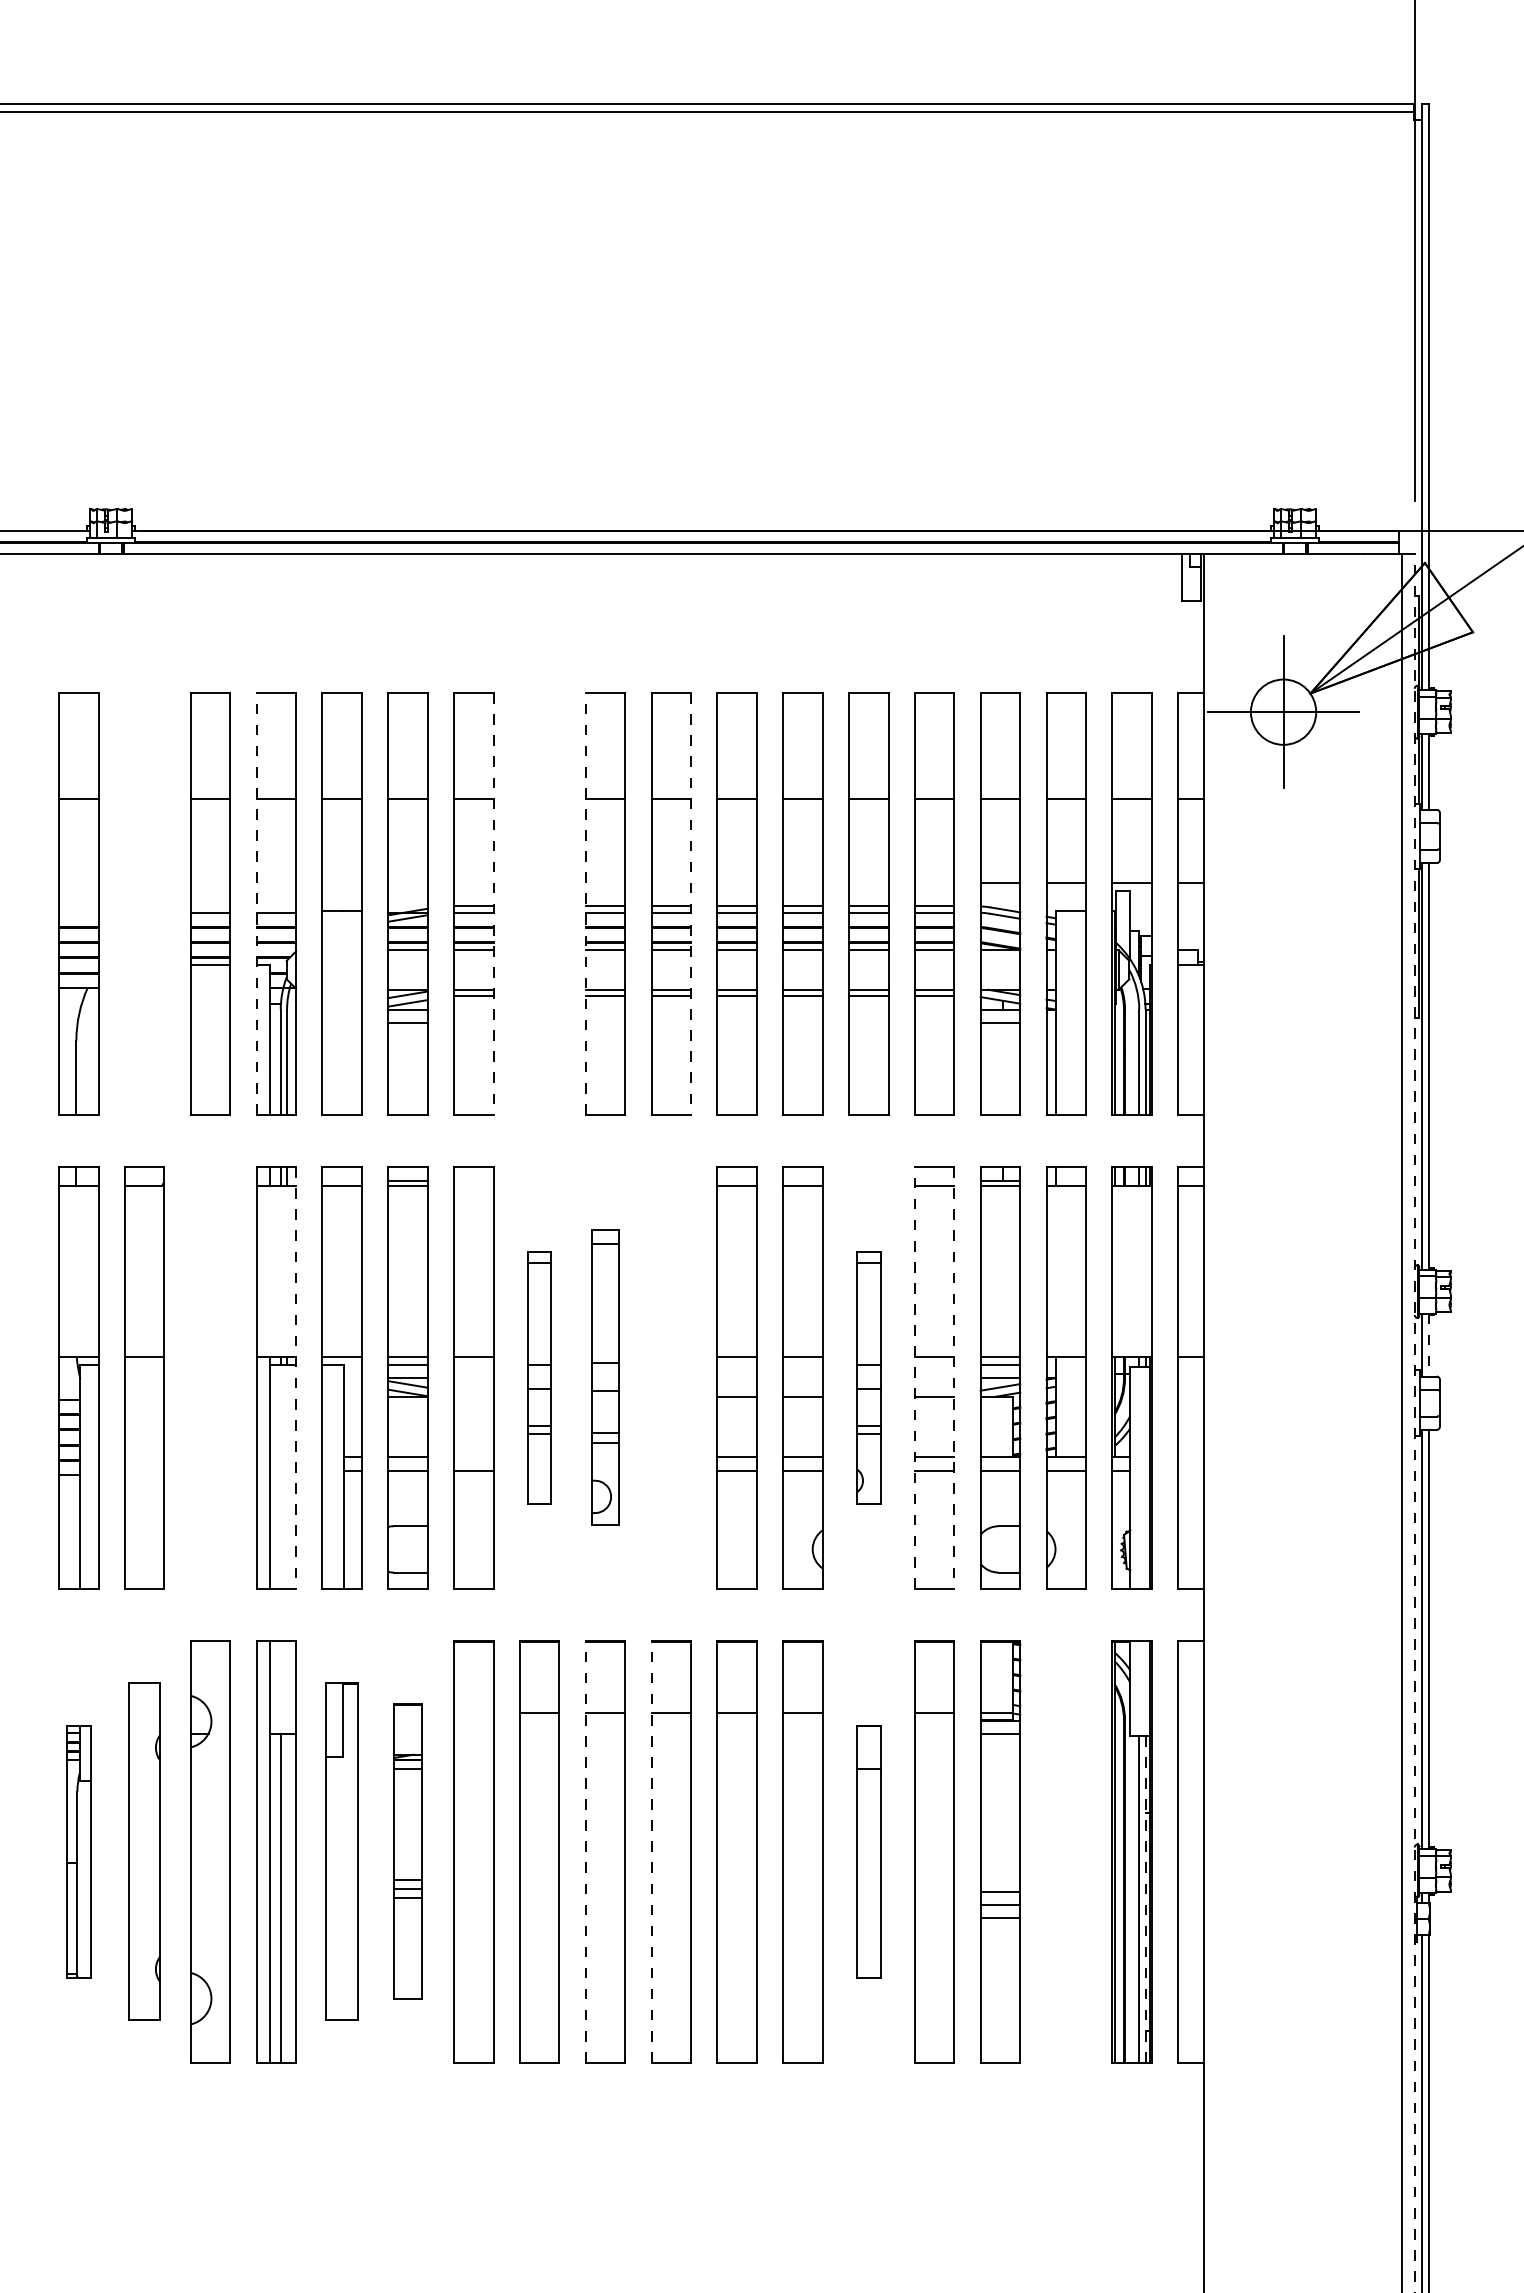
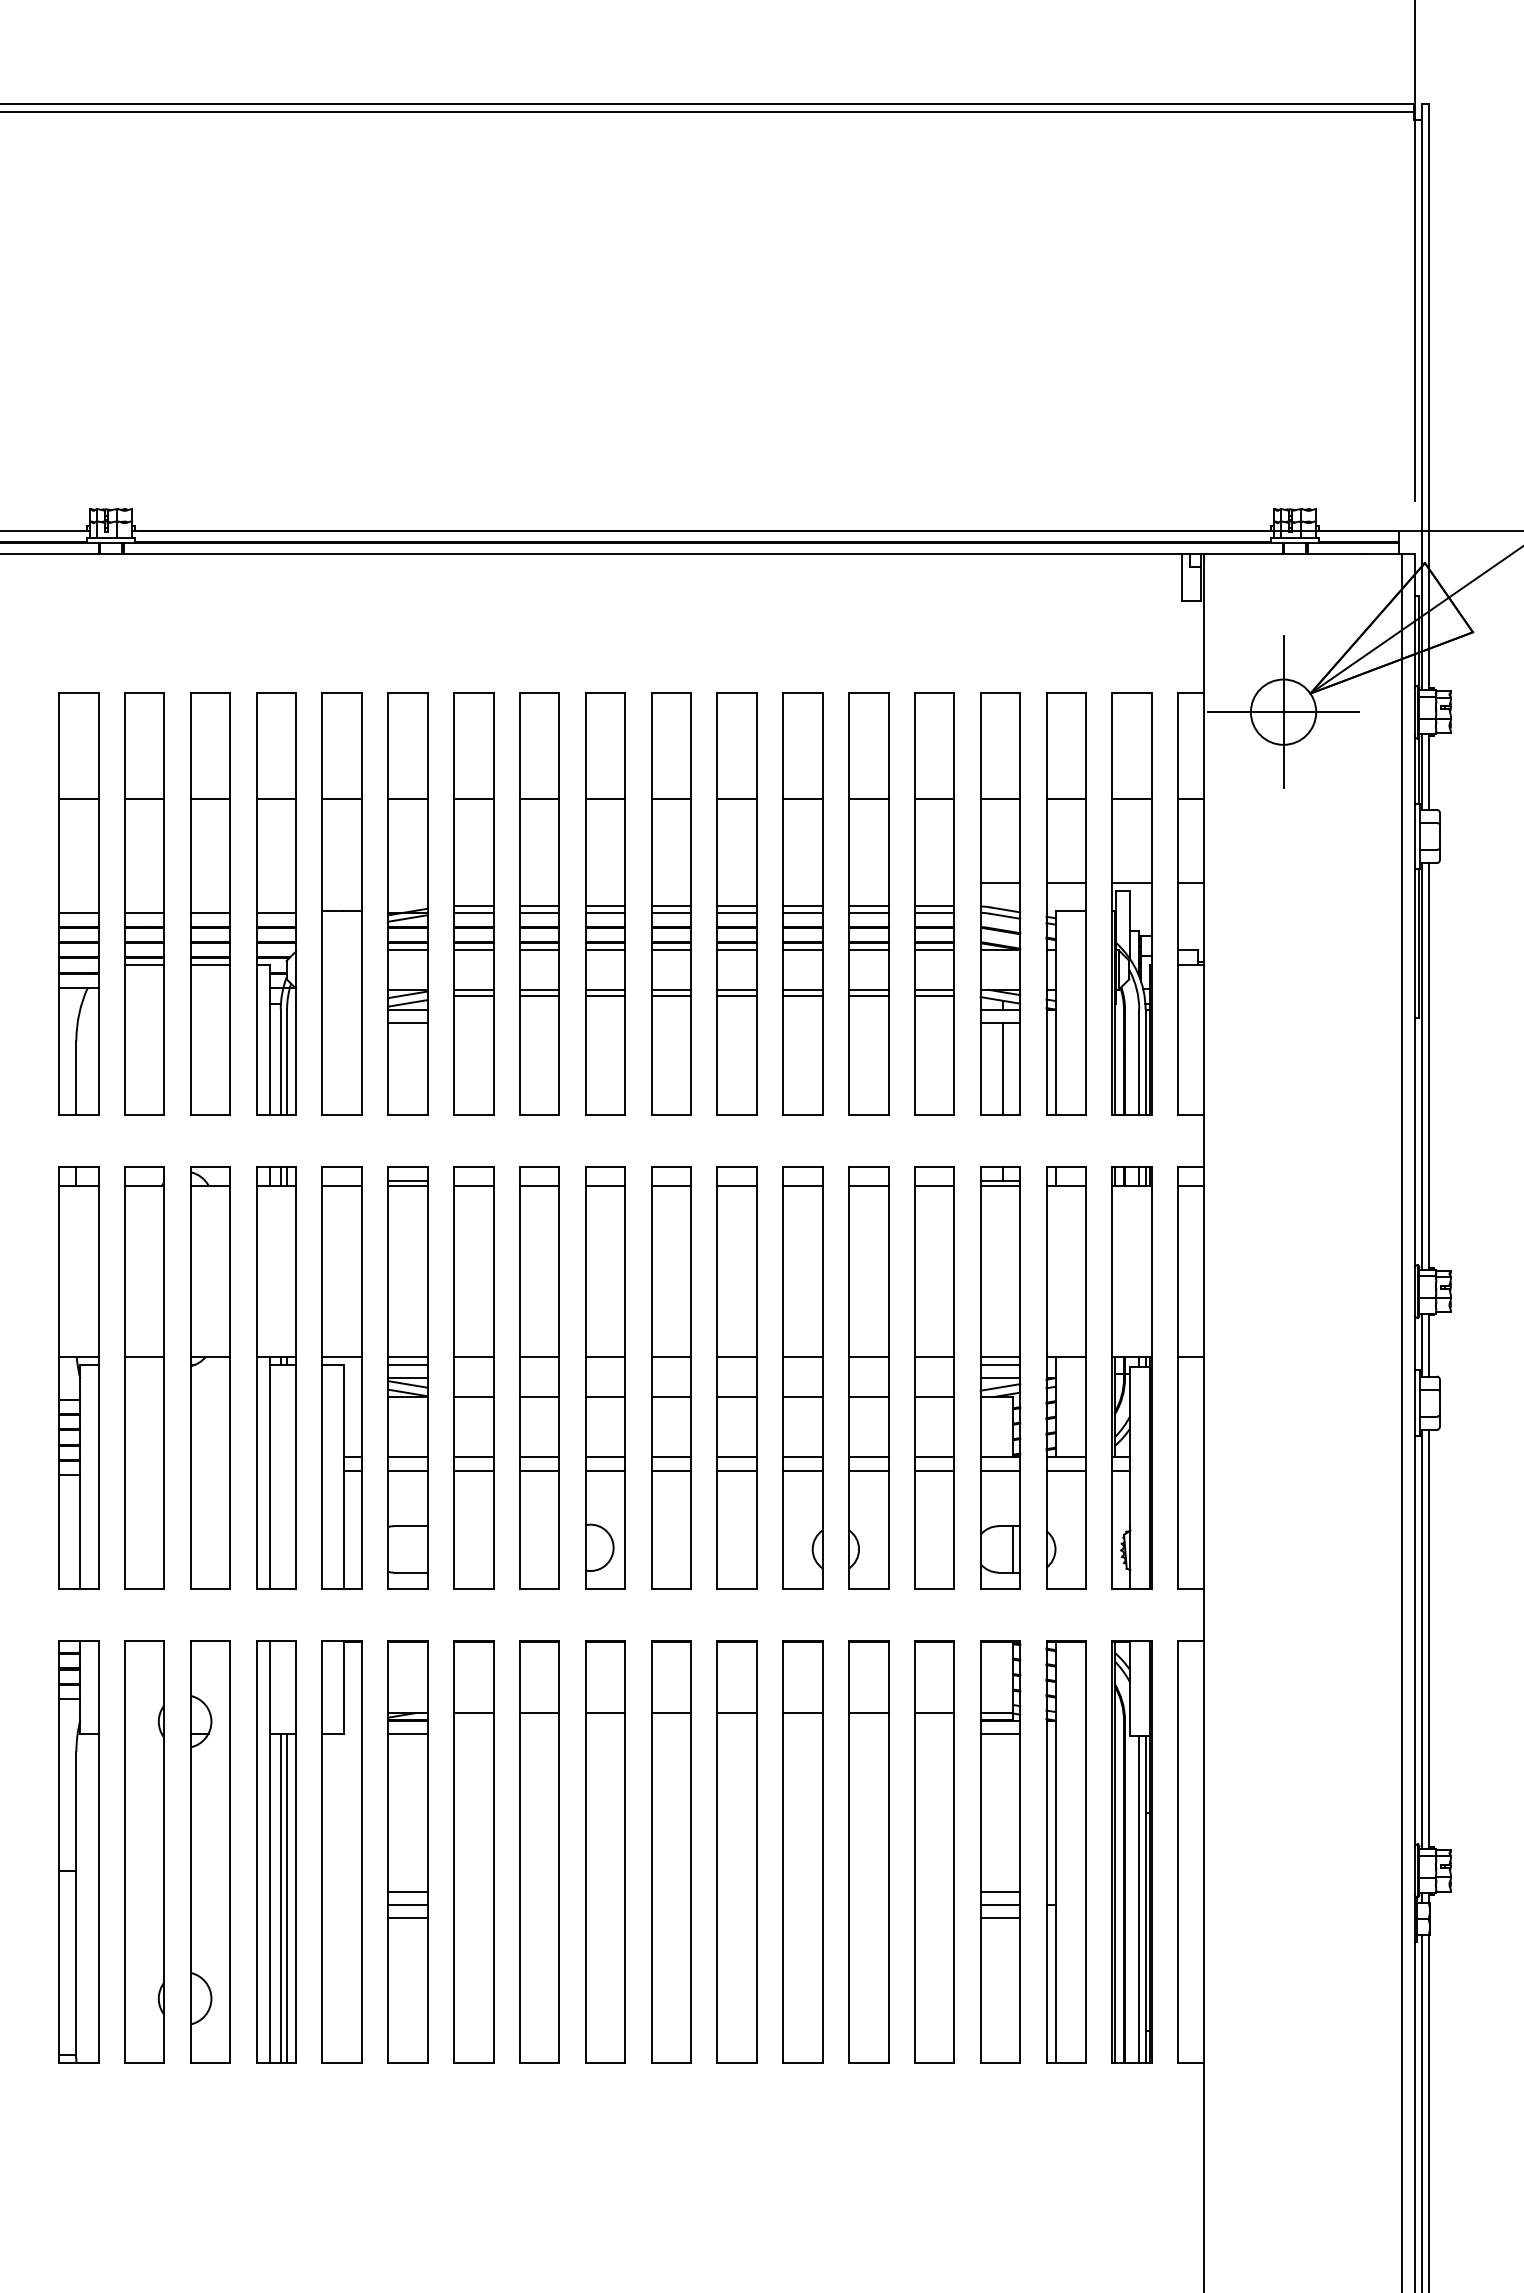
part at (144, 903): none -> present
line at (256, 903): dashed -> solid
line at (493, 903): dashed -> solid
part at (539, 903): none -> present
line at (585, 903): dashed -> solid
line at (691, 903): dashed -> solid
line at (78, 912): none -> present
line at (1003, 1068): none -> present
line at (473, 1186): none -> present
line at (1429, 1345): dashed -> solid
part at (210, 1377): none -> present
line at (296, 1377): dashed -> solid
part at (539, 1377) size: 25x254 px -> 41x424 px
part at (605, 1377) size: 29x297 px -> 41x424 px
part at (671, 1377): none -> present
part at (868, 1377) size: 26x254 px -> 42x424 px
line at (914, 1377): dashed -> solid
line at (954, 1377): dashed -> solid
line at (473, 1397): none -> present
line at (1414, 1422): dashed -> solid
line at (473, 1457): none -> present
line at (1013, 1549): none -> present
line at (473, 1713): none -> present
part at (78, 1851) size: 26x254 px -> 42x424 px
part at (144, 1851) size: 33x339 px -> 41x424 px
part at (341, 1851) size: 34x339 px -> 42x424 px
part at (407, 1851) size: 30x297 px -> 42x424 px
line at (585, 1851): dashed -> solid
line at (651, 1851): dashed -> solid
part at (868, 1851) size: 26x254 px -> 42x424 px
part at (1065, 1851): none -> present
line at (287, 1897): none -> present
line at (1145, 1898): dashed -> solid
